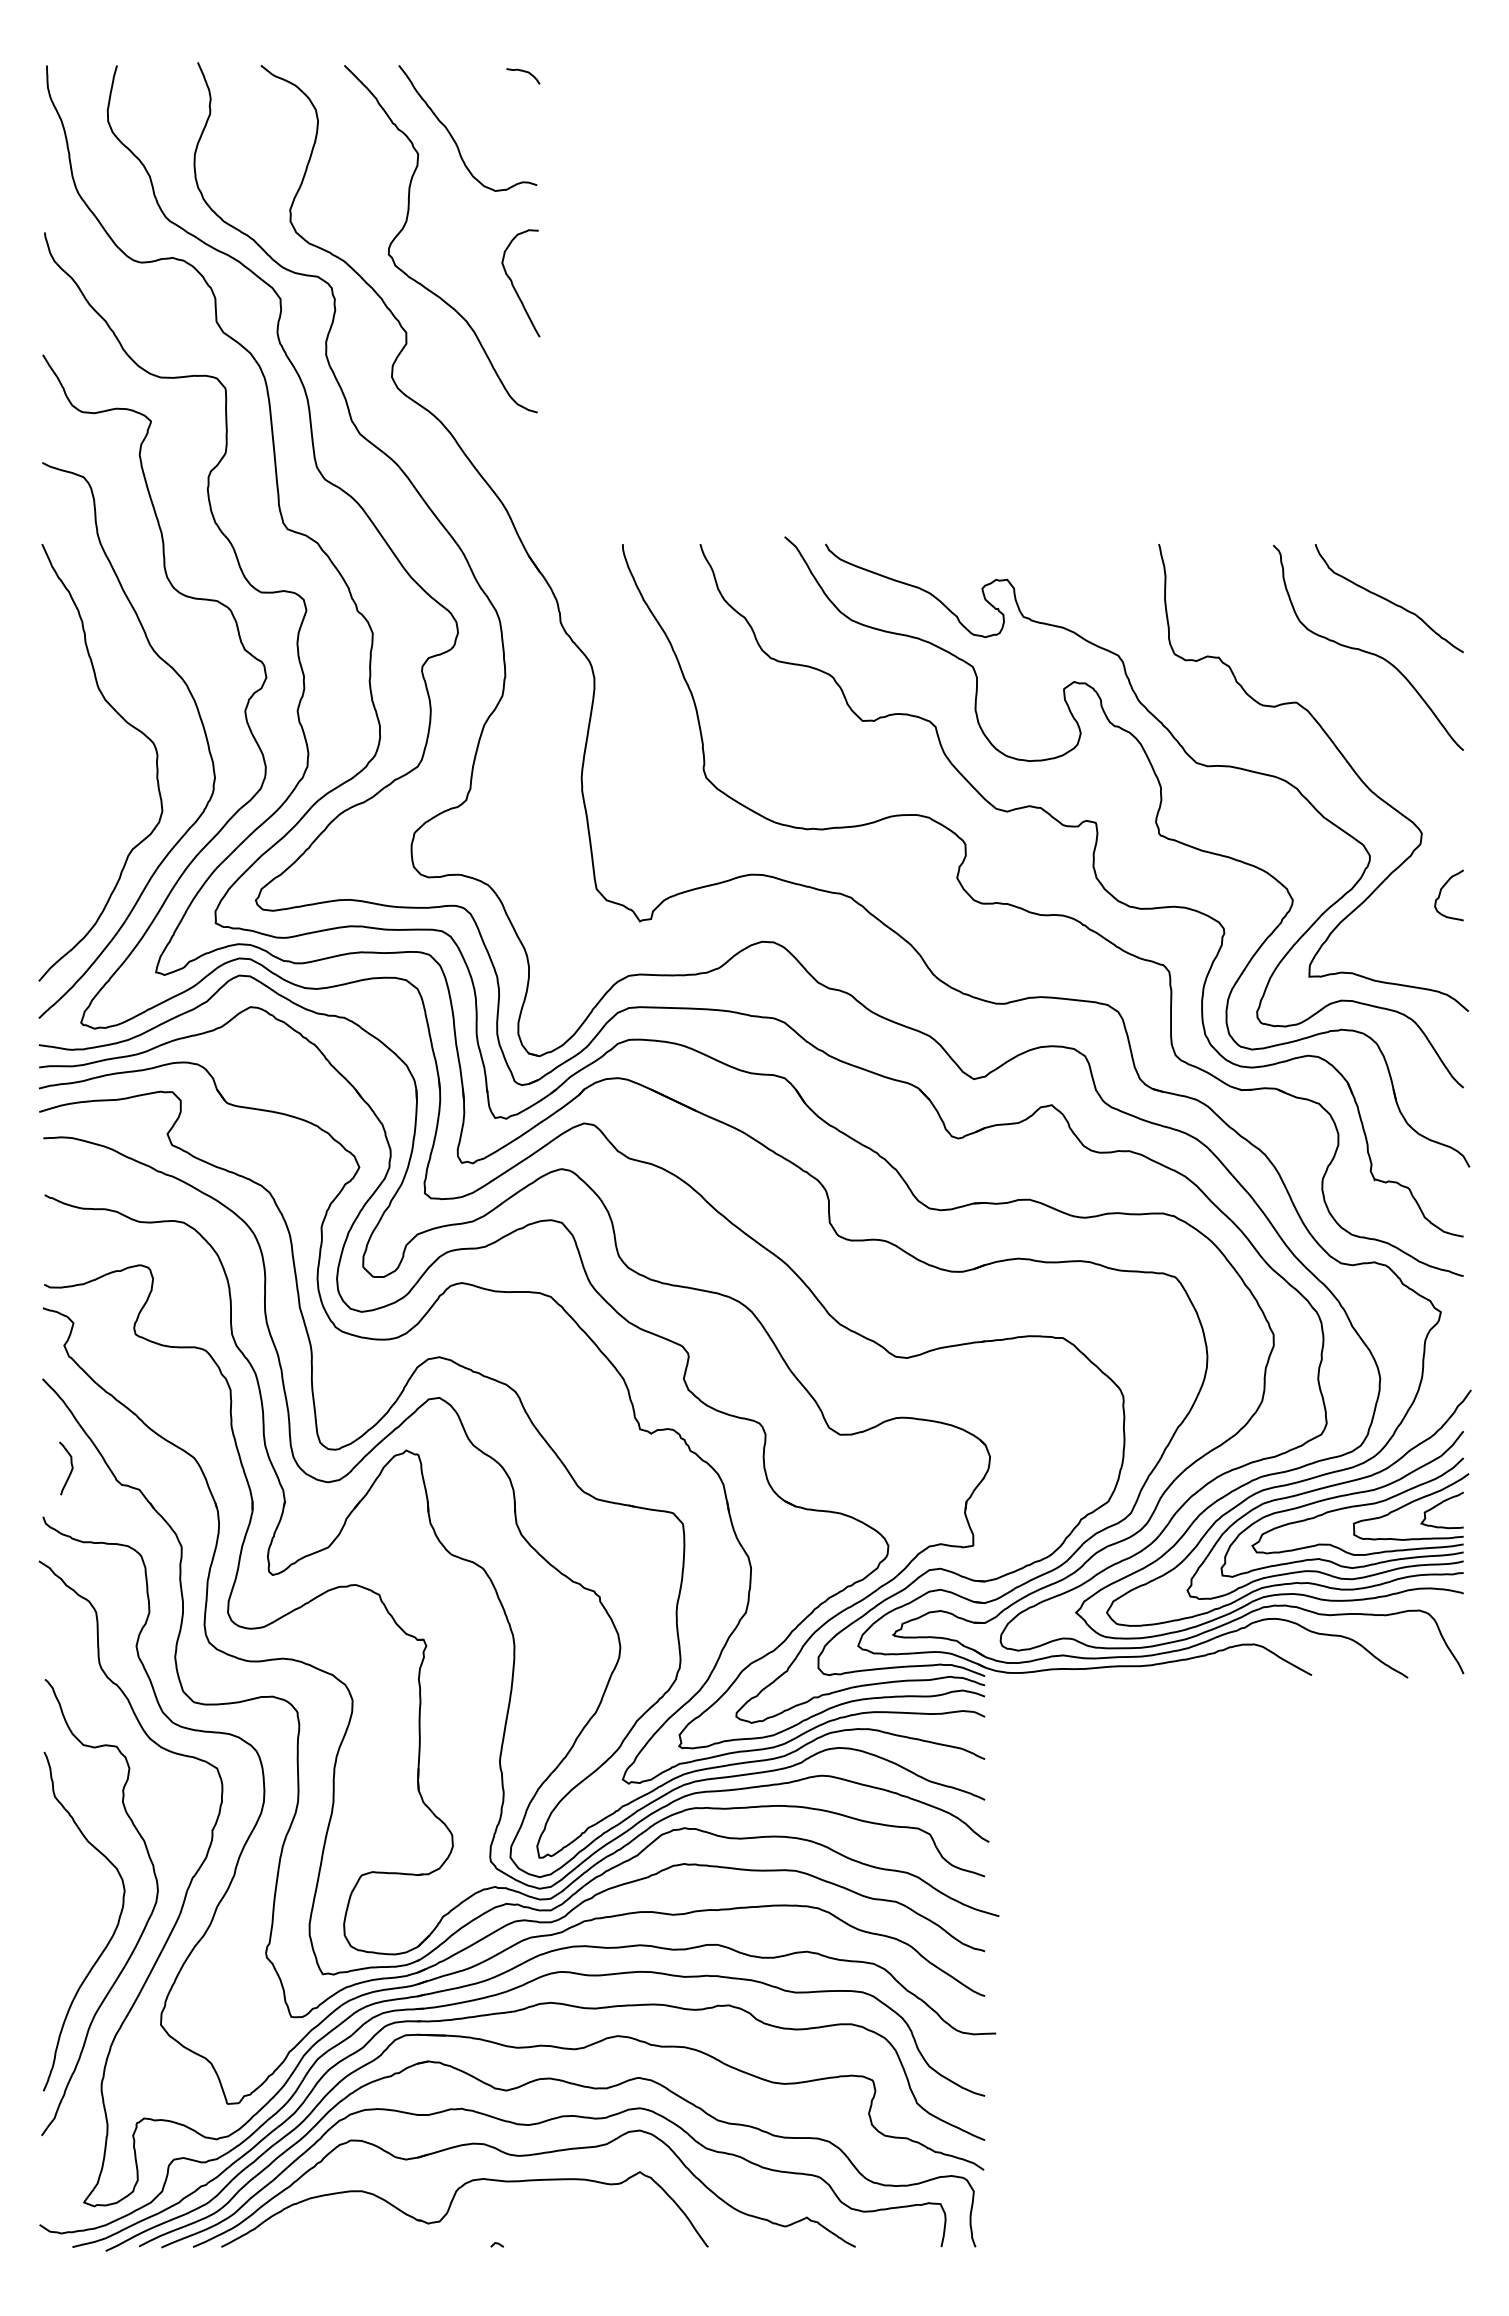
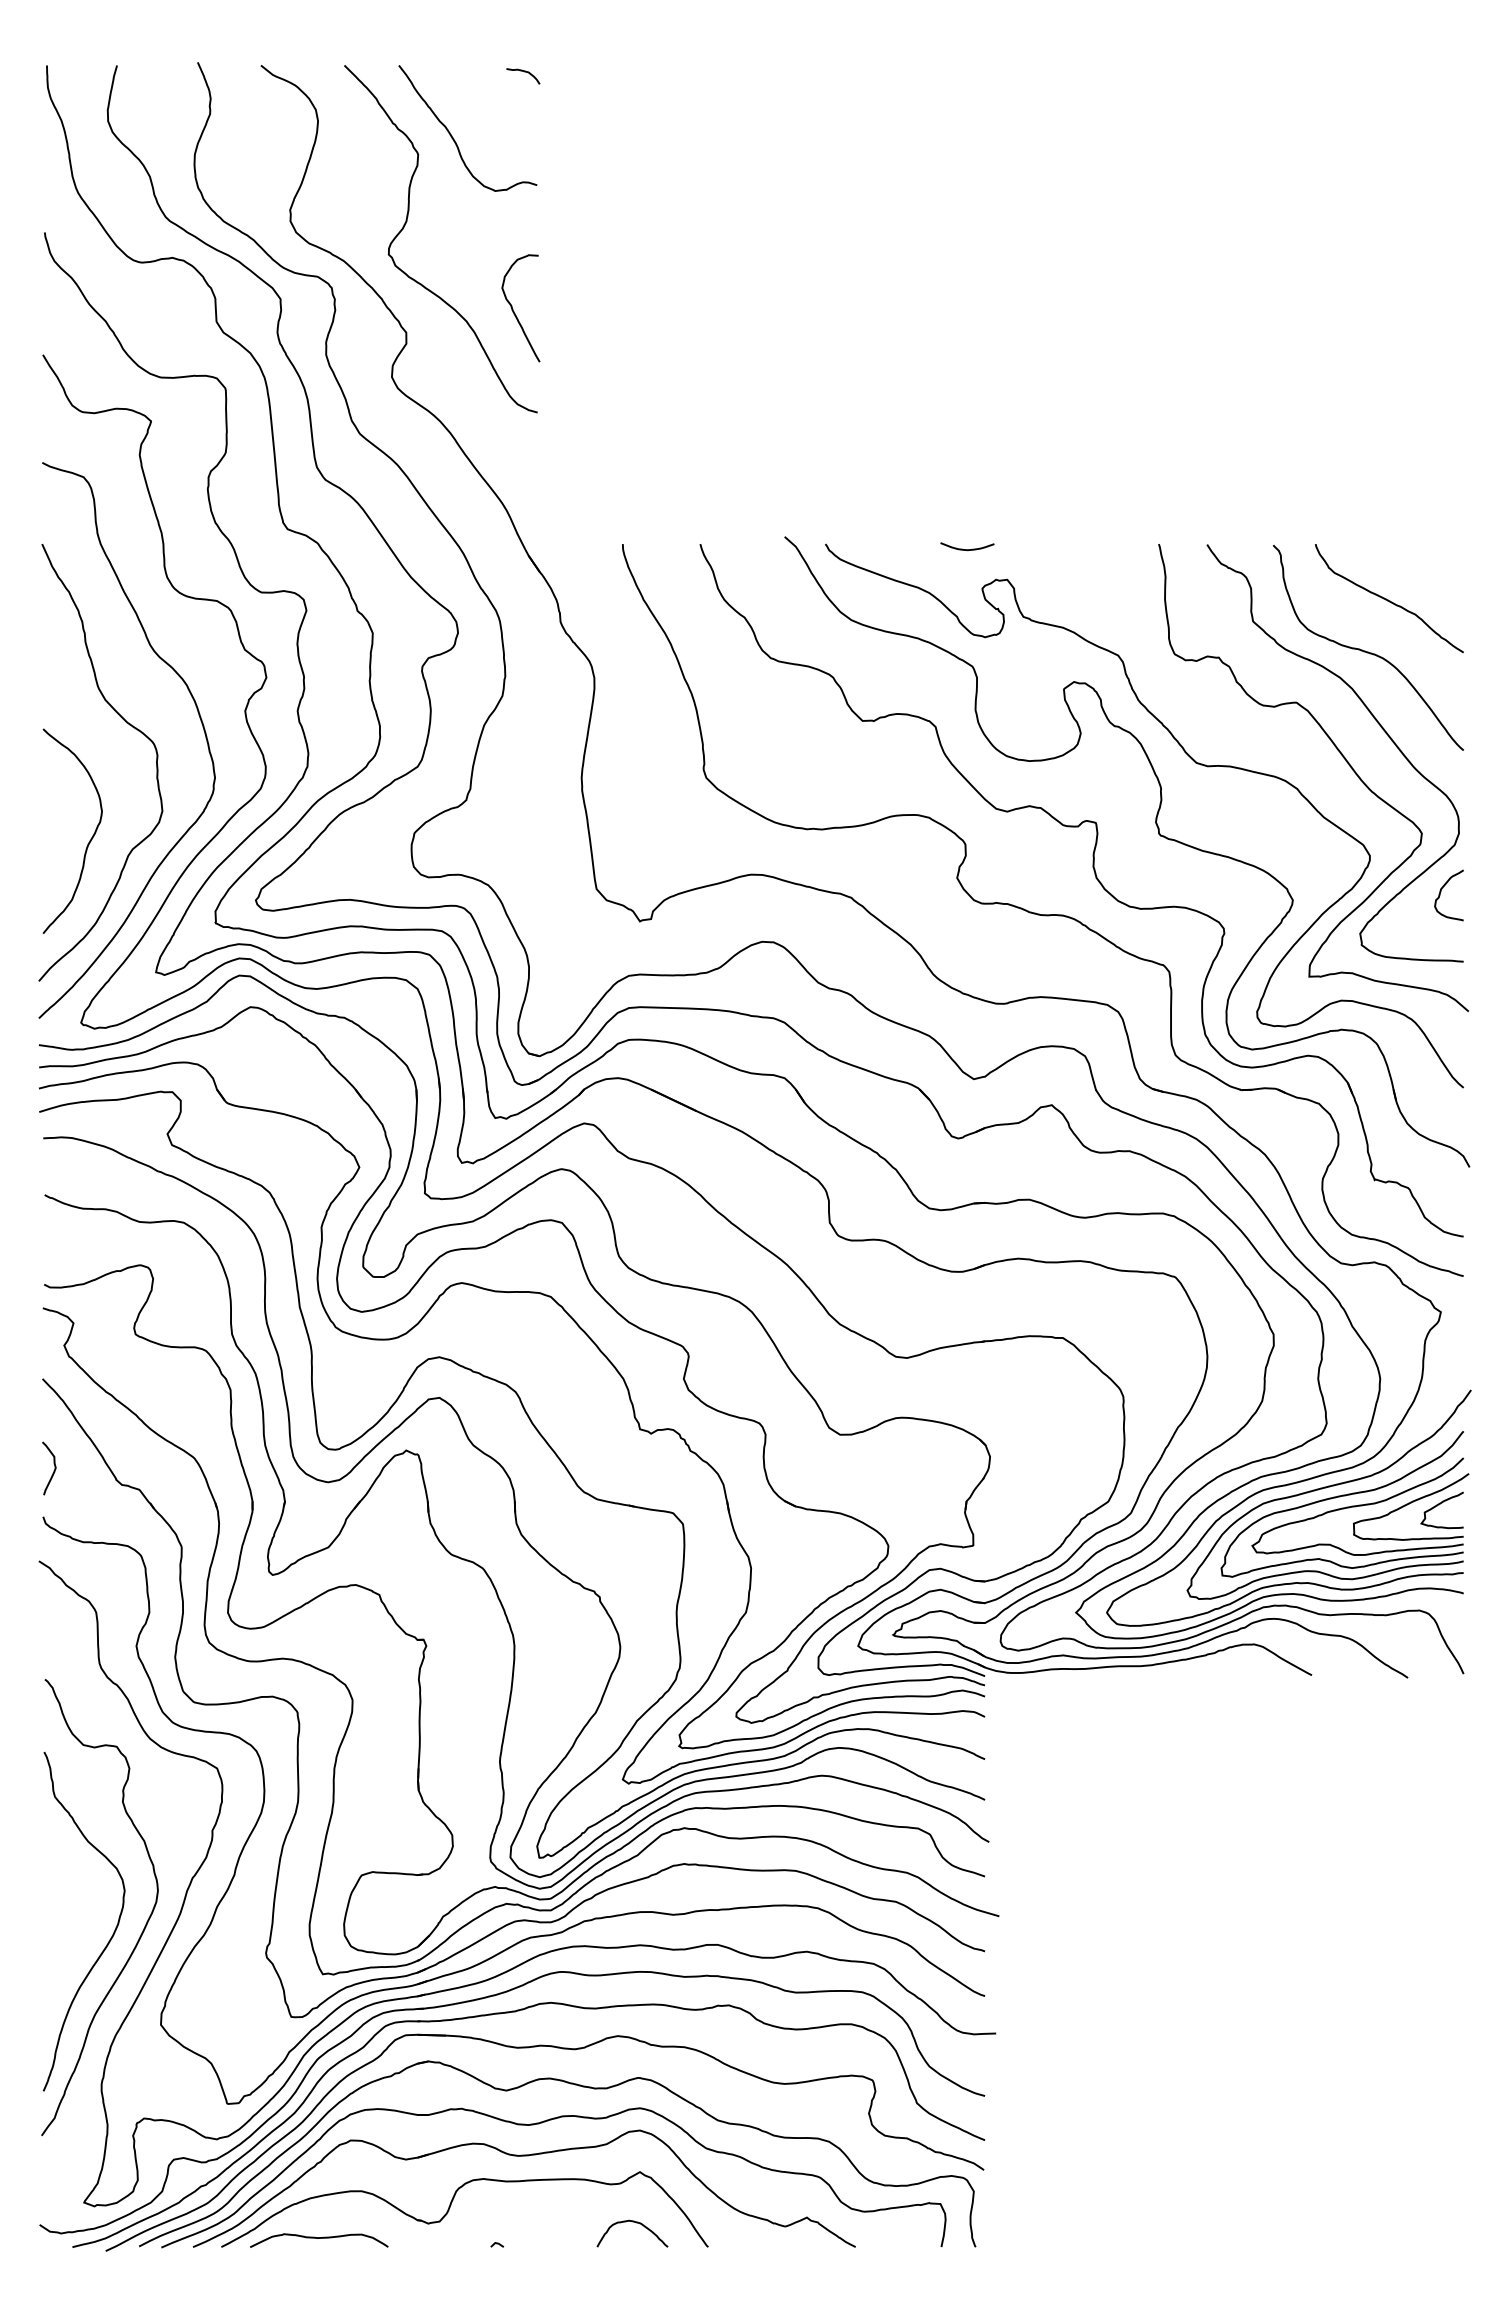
curve at (514, 286) position: (514, 286) -> (514, 311)
curve at (967, 549): none -> present
curve at (1373, 718): none -> present
curve at (90, 838): none -> present
curve at (70, 1470) position: (70, 1470) -> (53, 1470)
curve at (636, 2223): none -> present
curve at (319, 2238): none -> present
